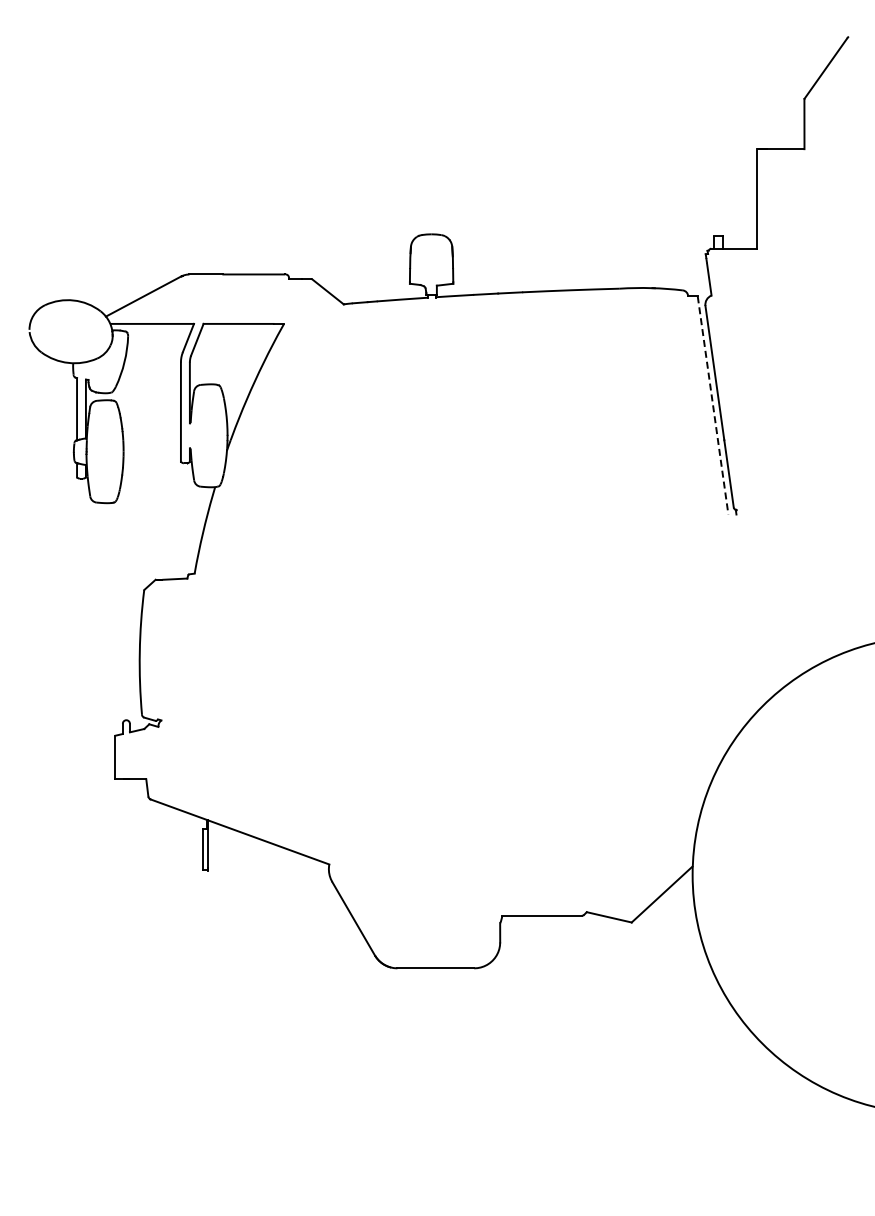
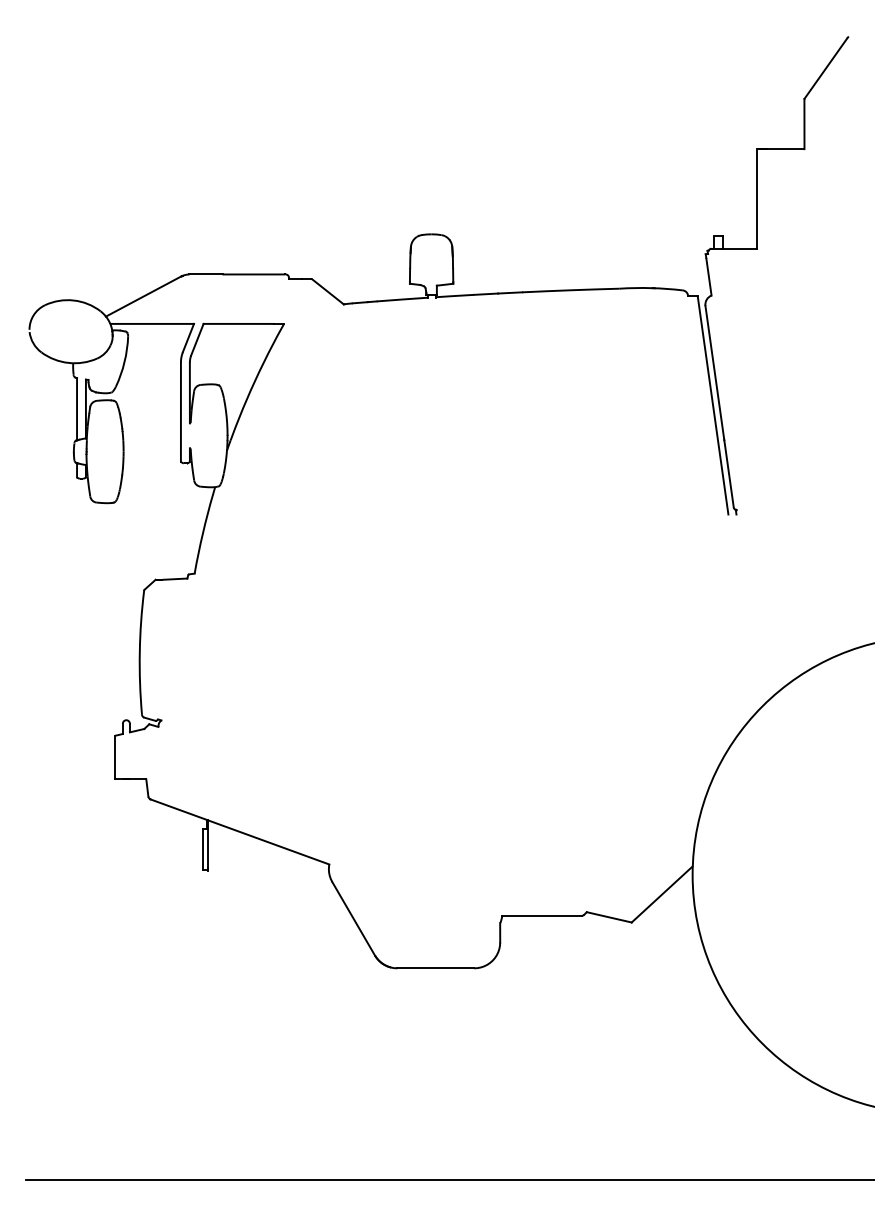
line at (713, 405): dashed -> solid
line at (448, 1179): none -> present
